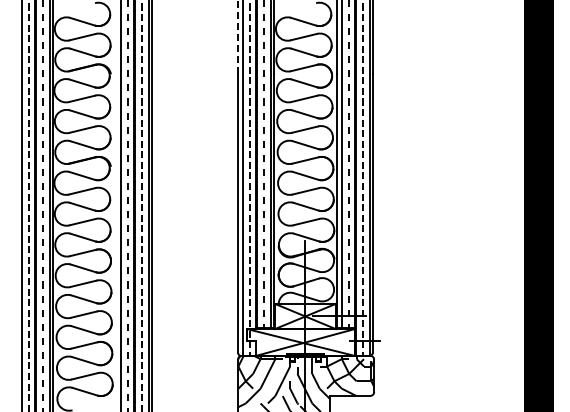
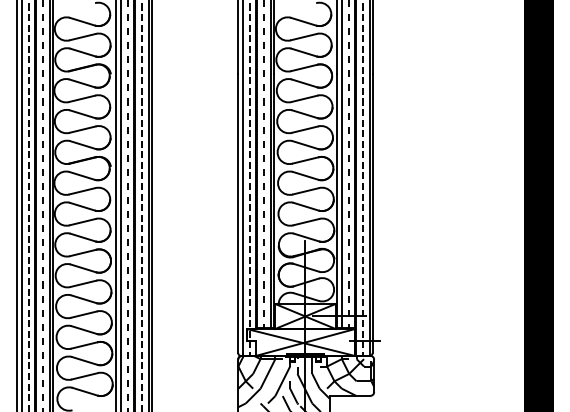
line at (238, 37): dashed -> solid
line at (17, 205): none -> present
line at (116, 205): none -> present
